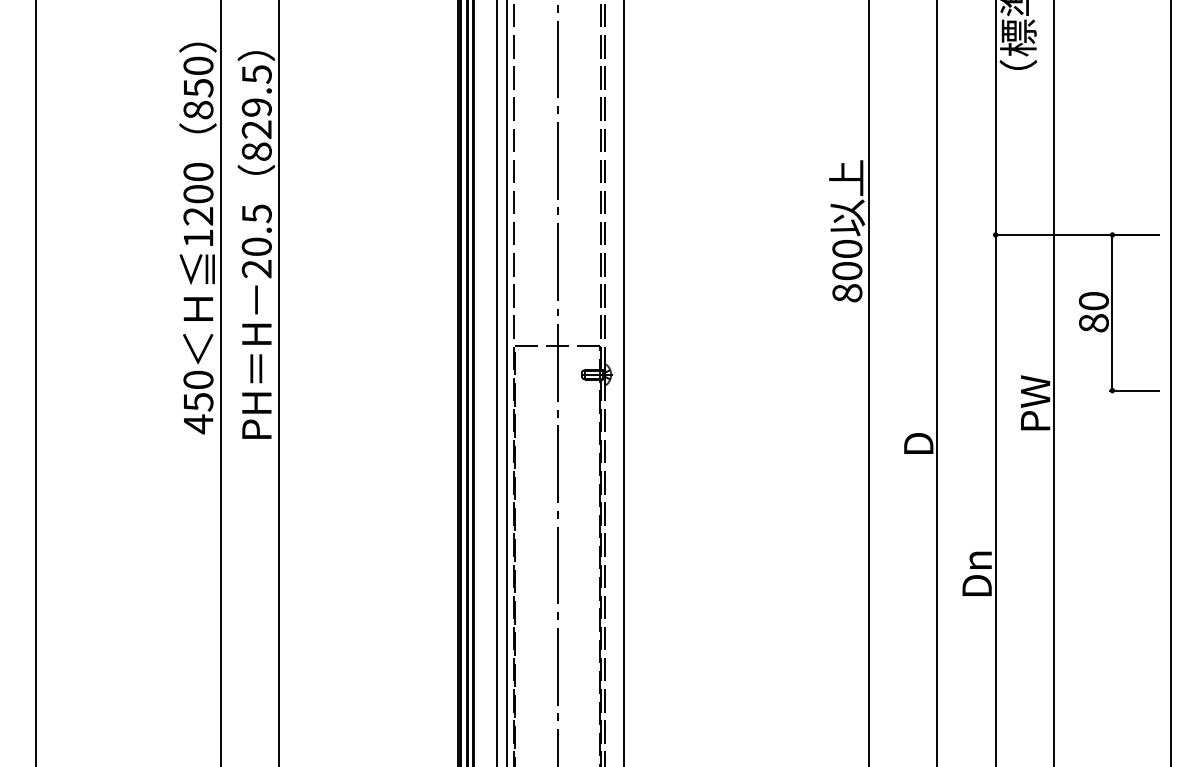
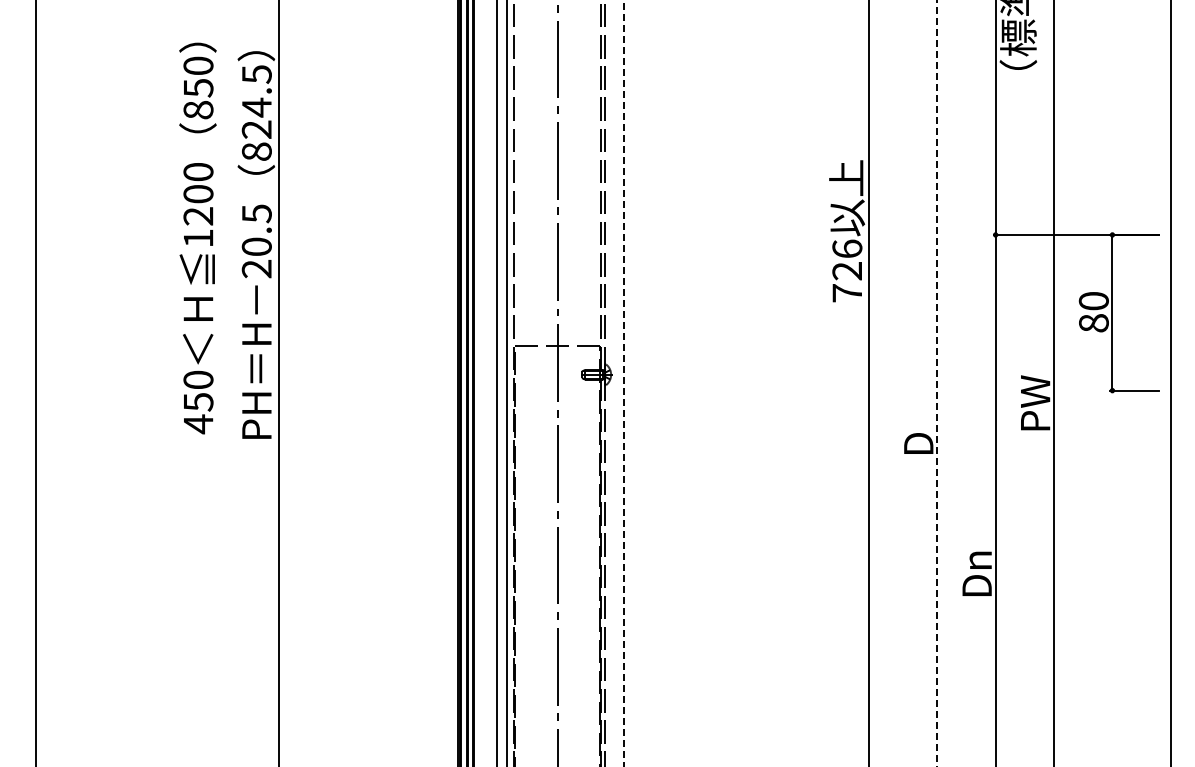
text at (256, 107): 829.5 -> 824.5
text at (847, 270): 800 -> 726
line at (220, 382): present -> none
line at (623, 383): solid -> dashed
line at (937, 384): solid -> dashed
